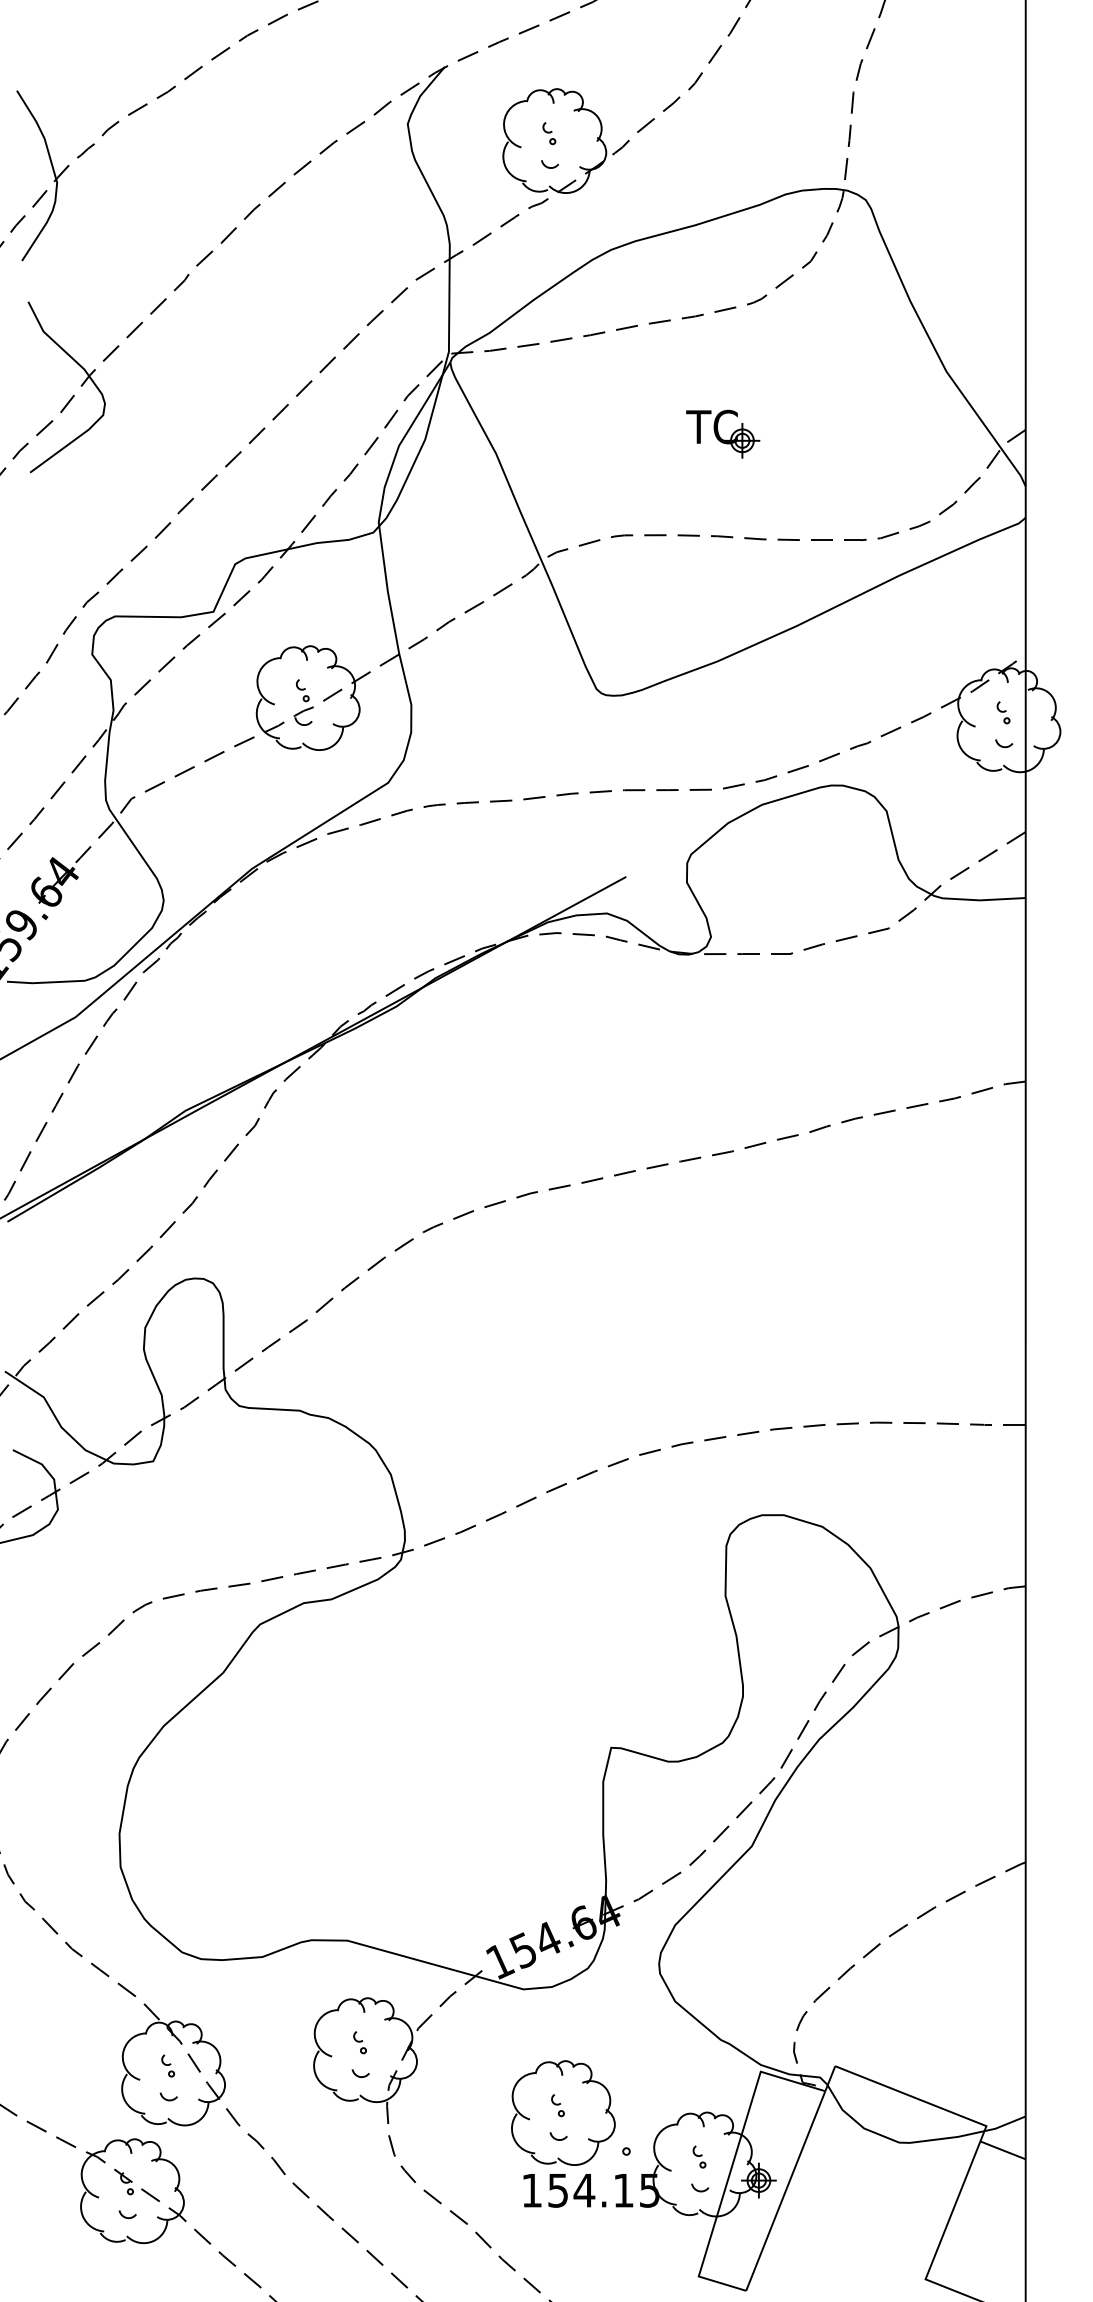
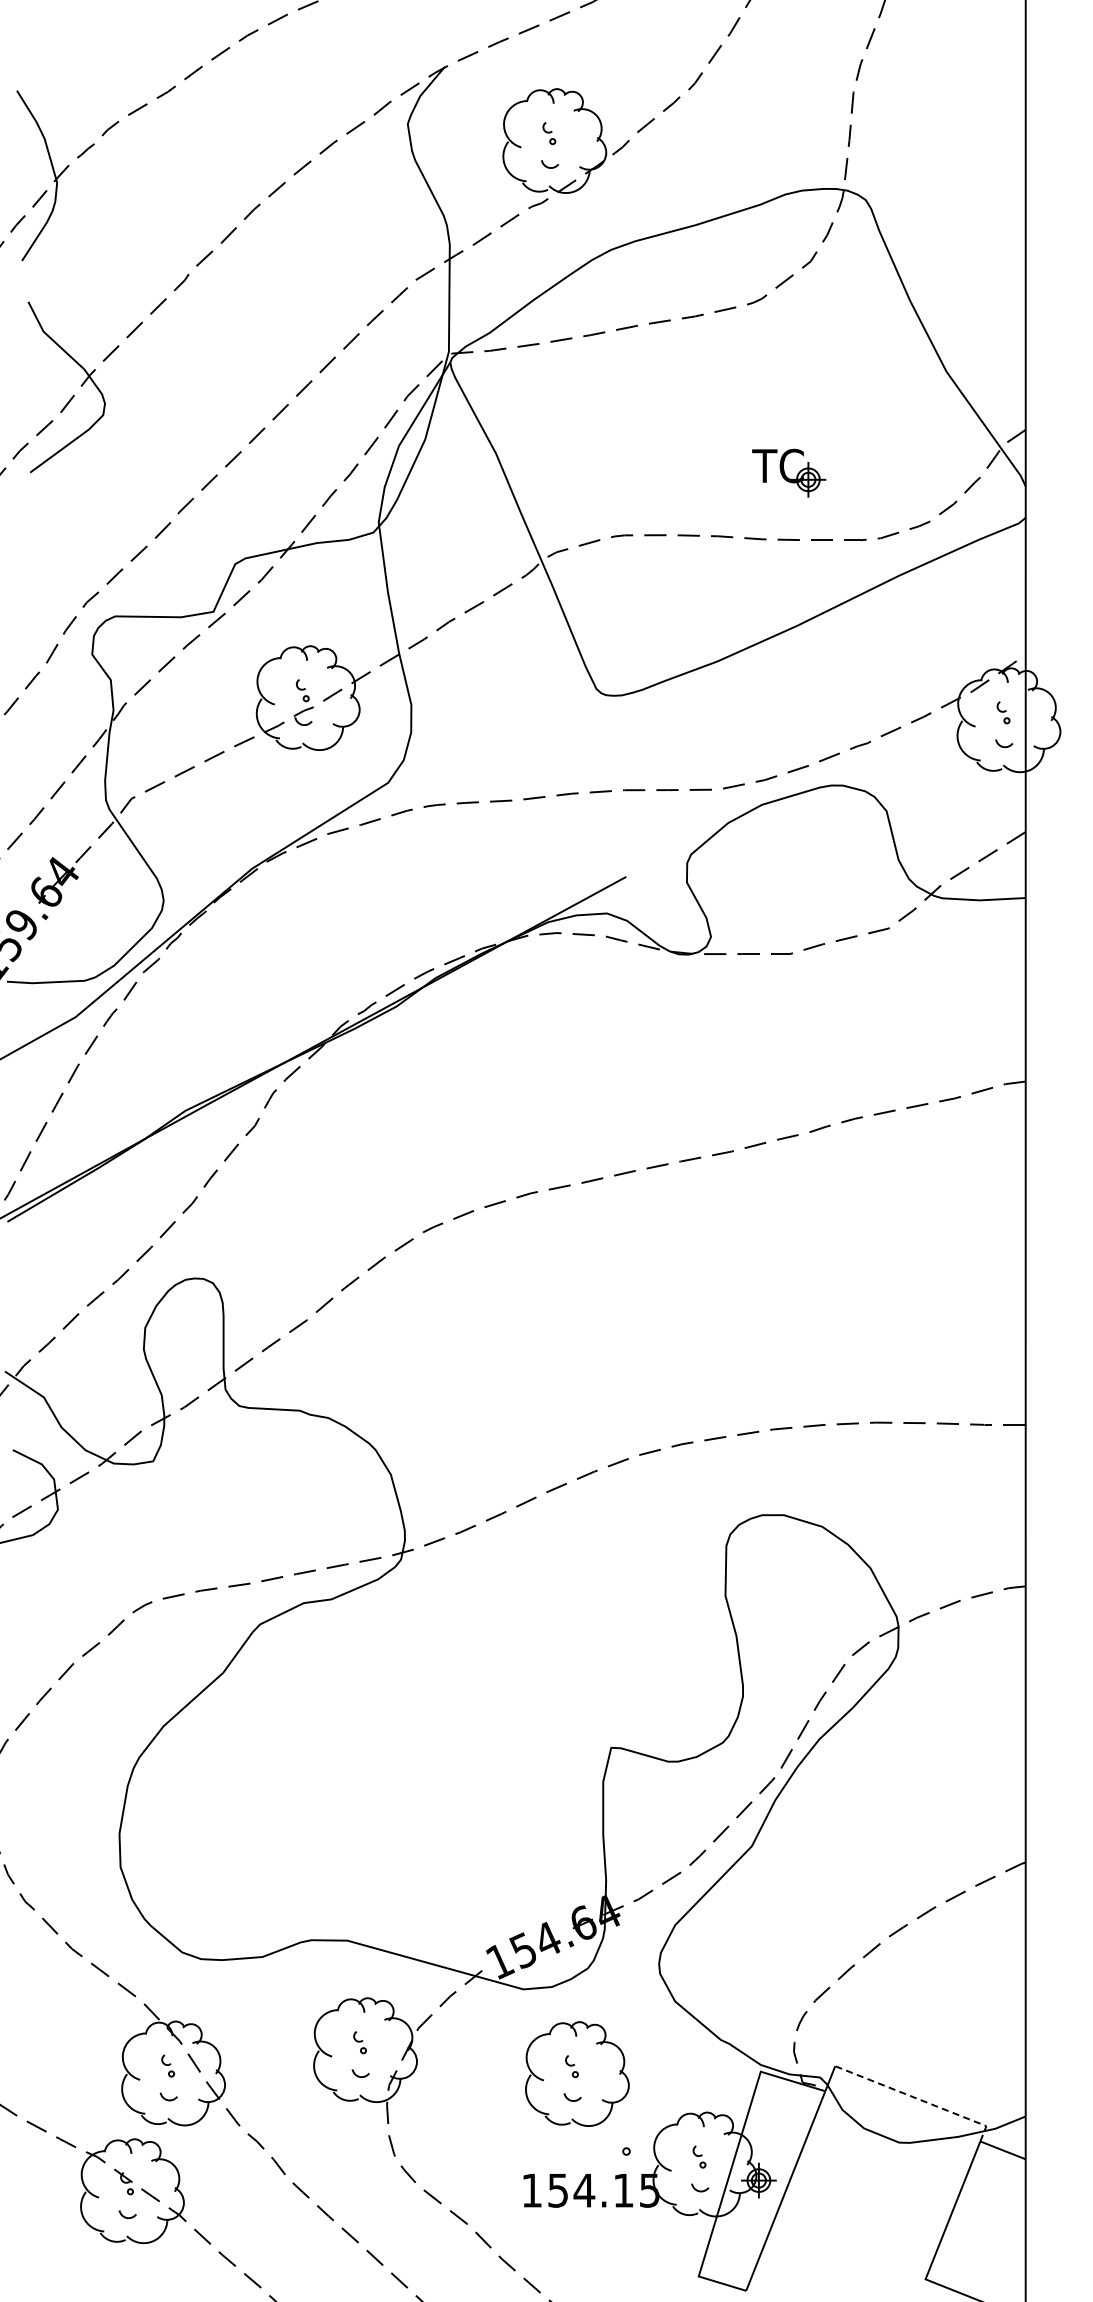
part at (723, 433) position: (723, 433) -> (789, 472)
line at (918, 2099): solid -> dashed
part at (563, 2112) position: (563, 2112) -> (577, 2073)
